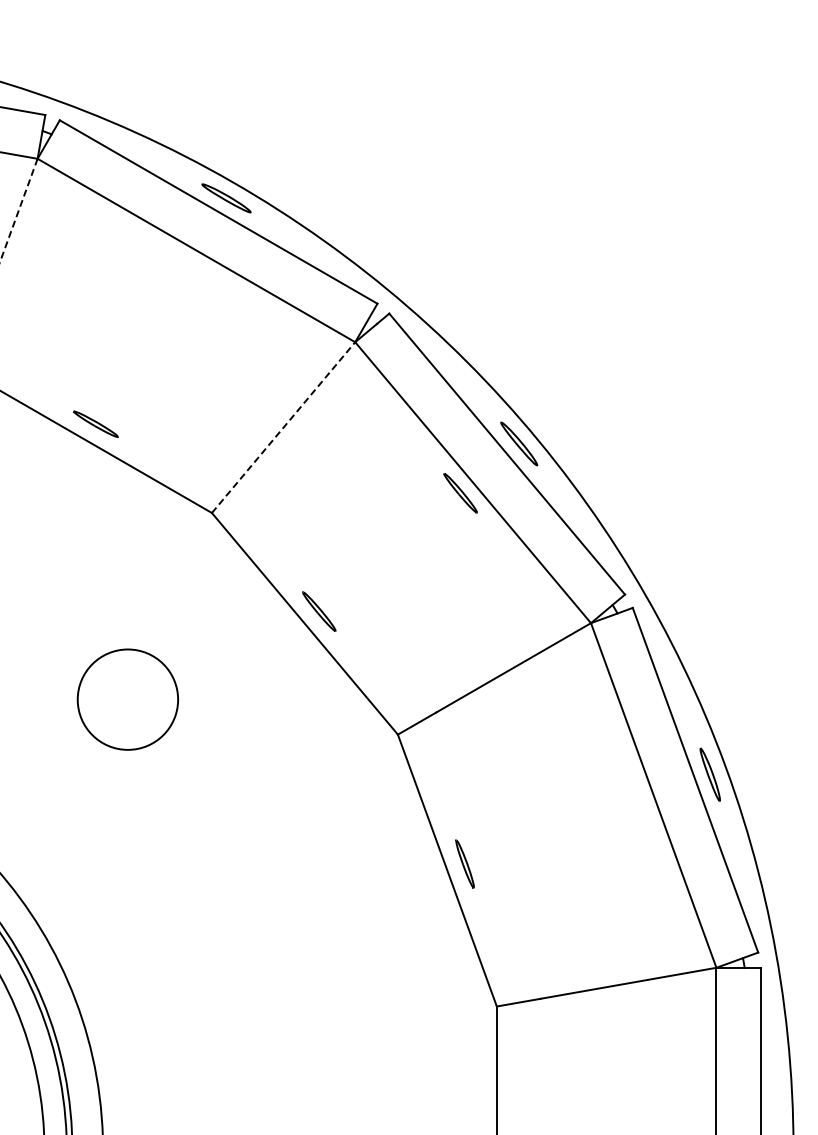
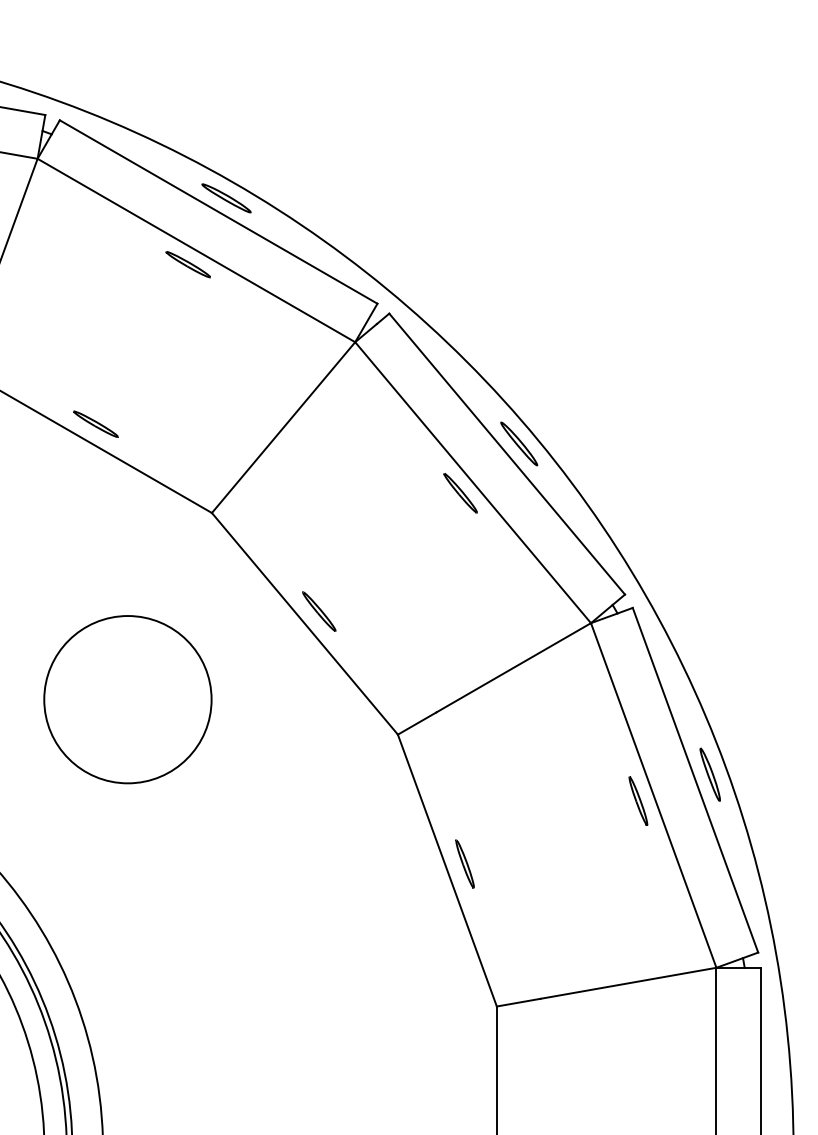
line at (18, 210): dashed -> solid
part at (187, 264): none -> present
line at (283, 427): dashed -> solid
circle at (127, 699) diameter: 100 px -> 167 px
part at (638, 800): none -> present
